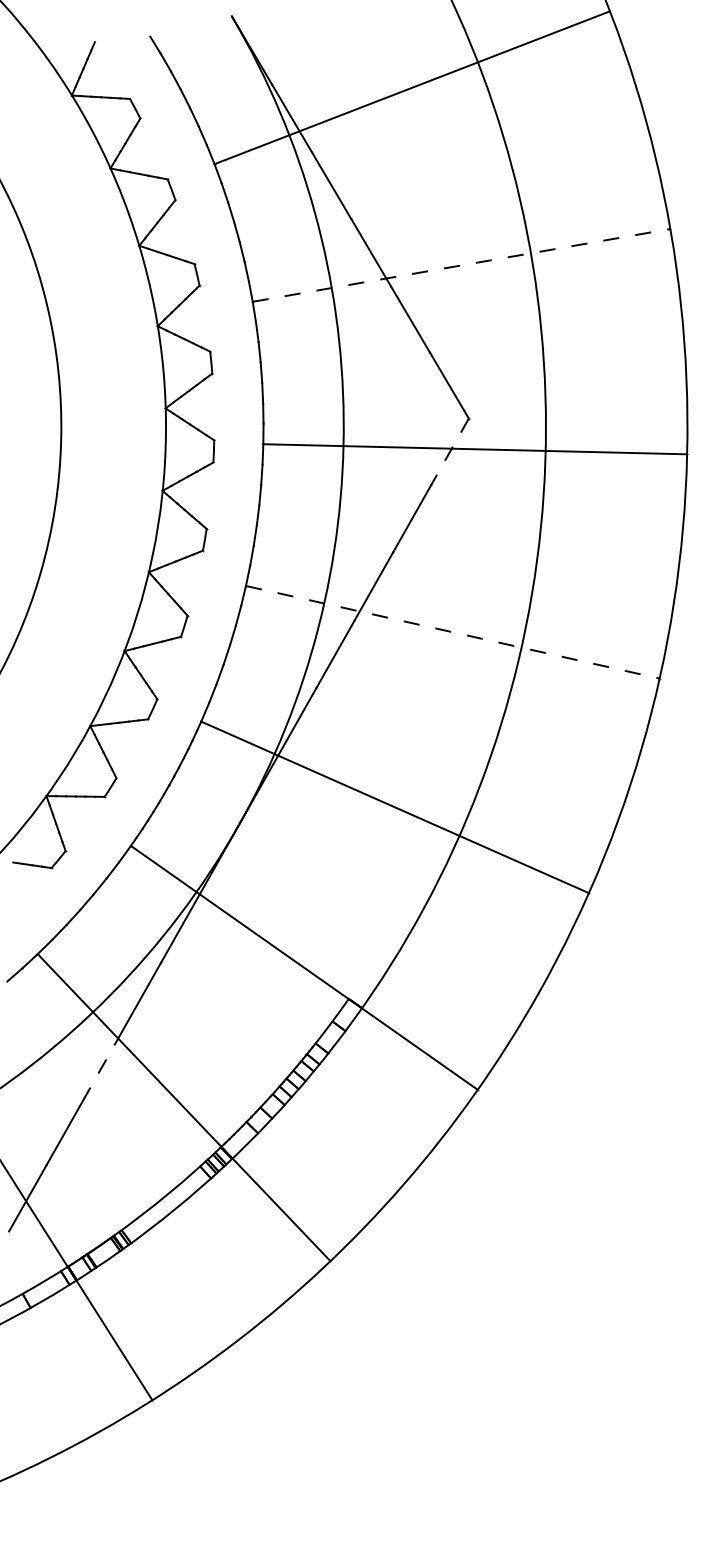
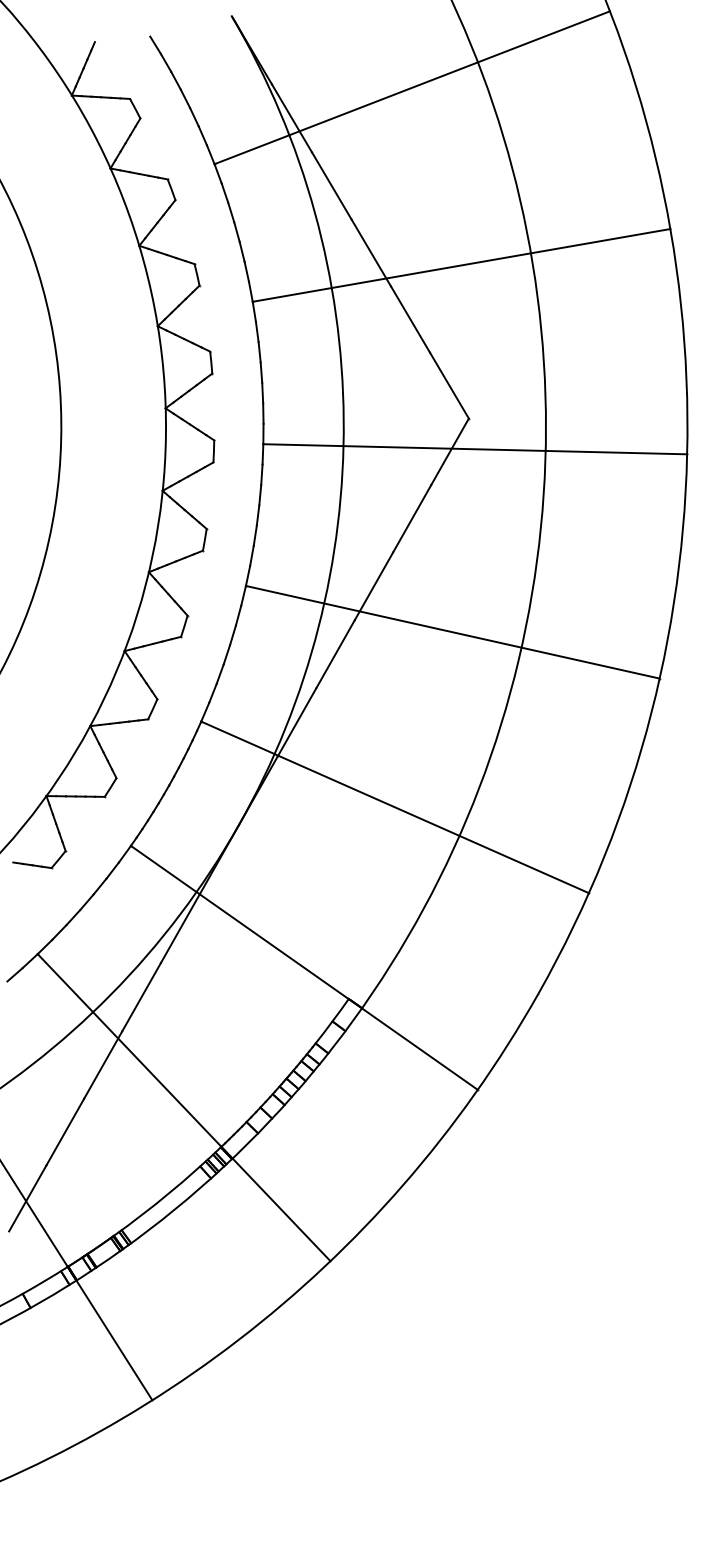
line at (461, 265): dashed -> solid
line at (449, 452): dashed -> solid
line at (452, 632): dashed -> solid
line at (103, 1065): dashed -> solid
